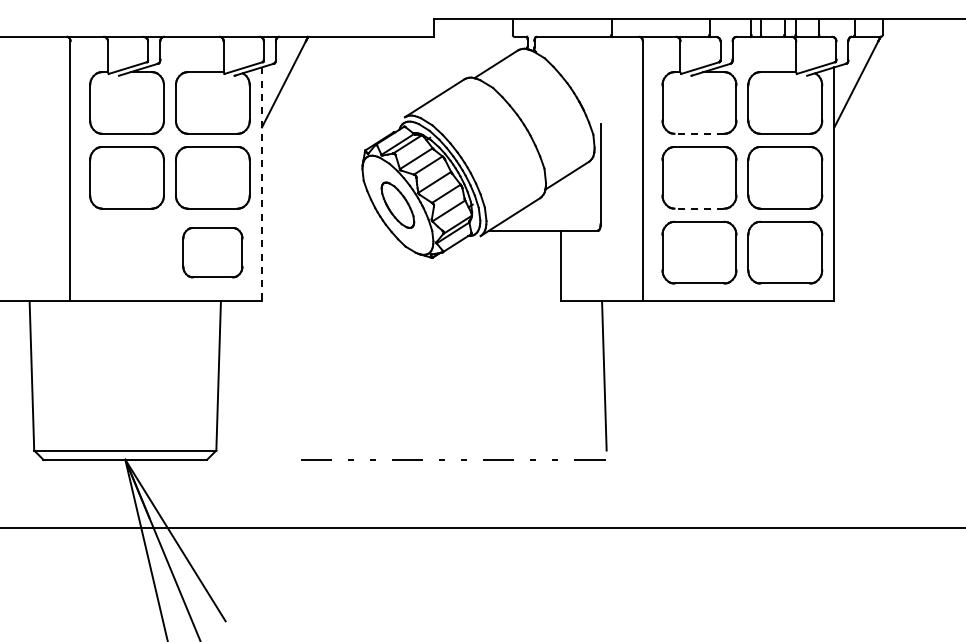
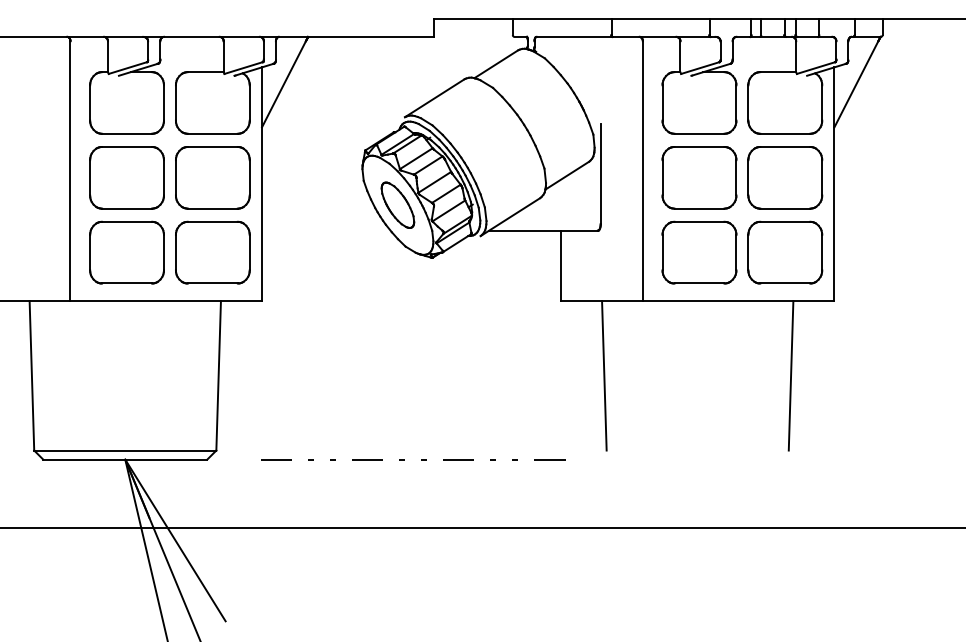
line at (699, 133): dashed -> solid
line at (262, 184): dashed -> solid
line at (699, 208): dashed -> solid
part at (126, 252): none -> present
part at (212, 252) size: 62x52 px -> 76x65 px
line at (790, 375): none -> present
line at (461, 459) position: (461, 459) -> (421, 459)
